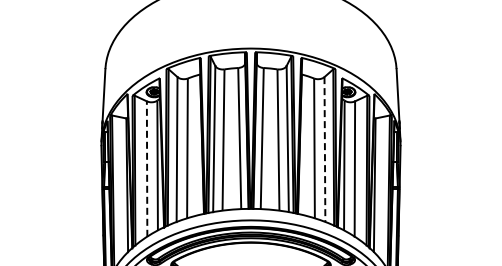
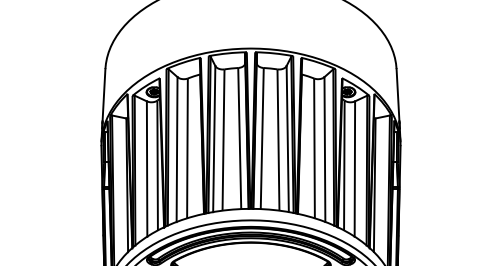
line at (324, 150): dashed -> solid
line at (147, 169): dashed -> solid
